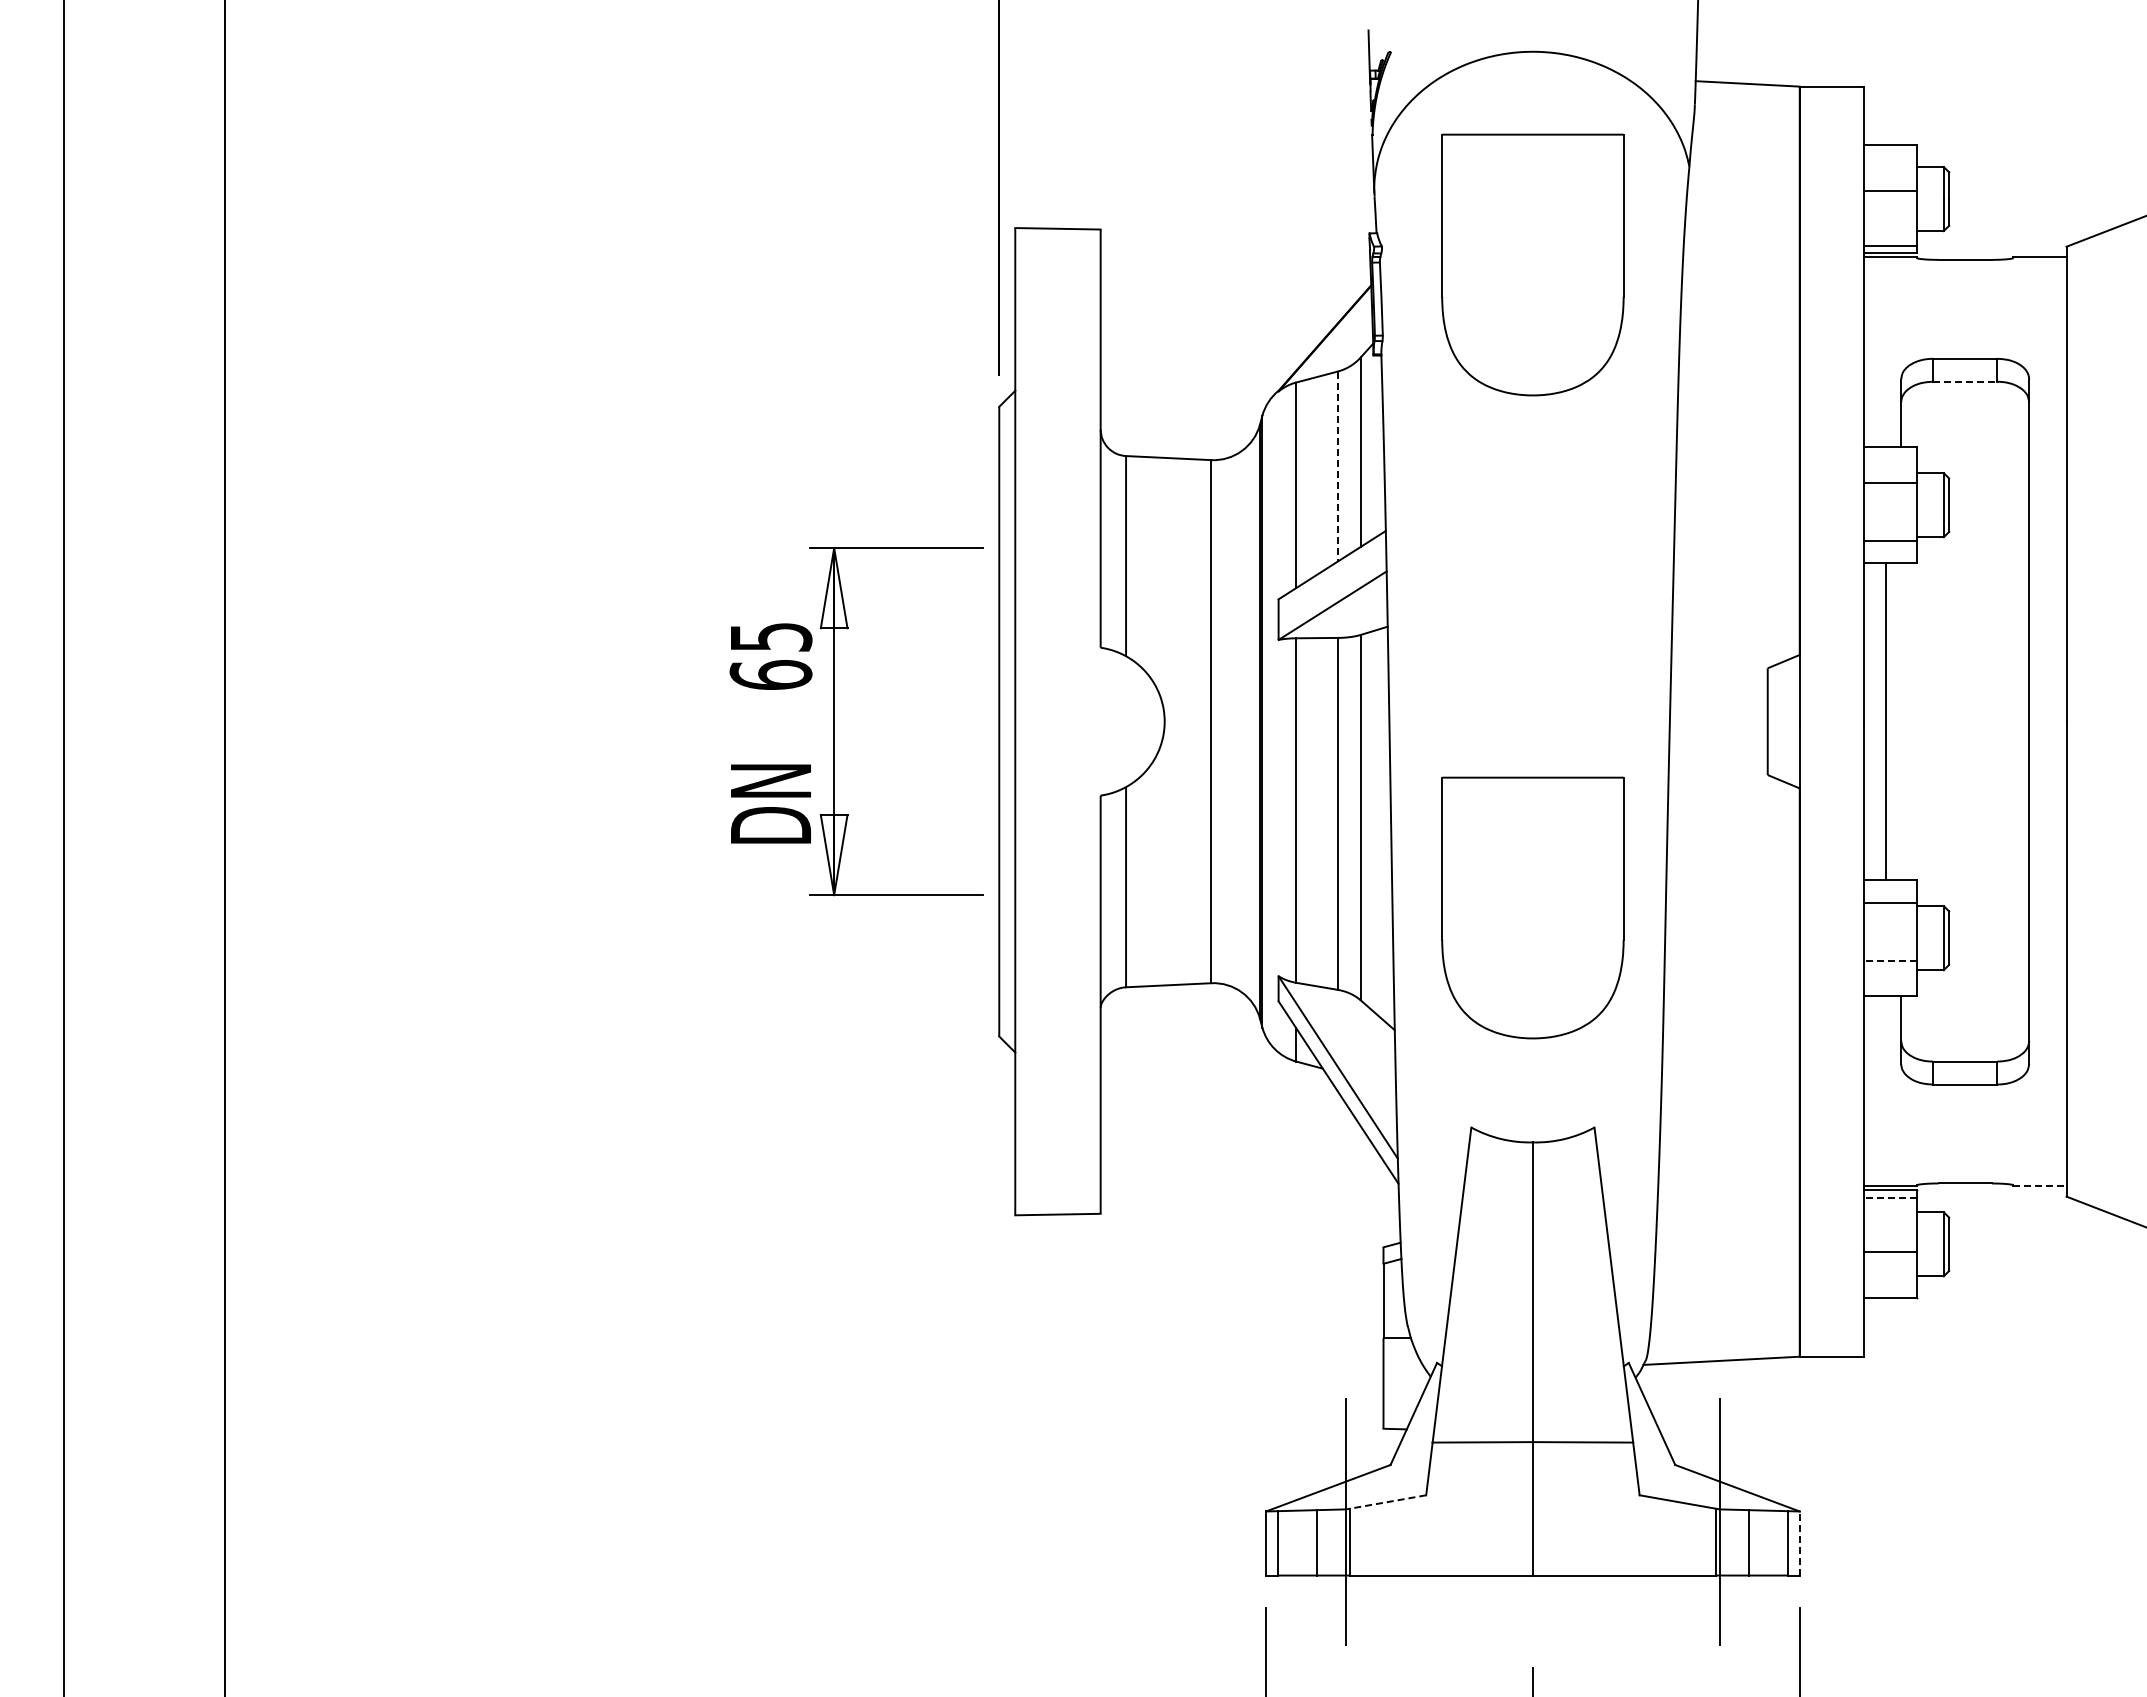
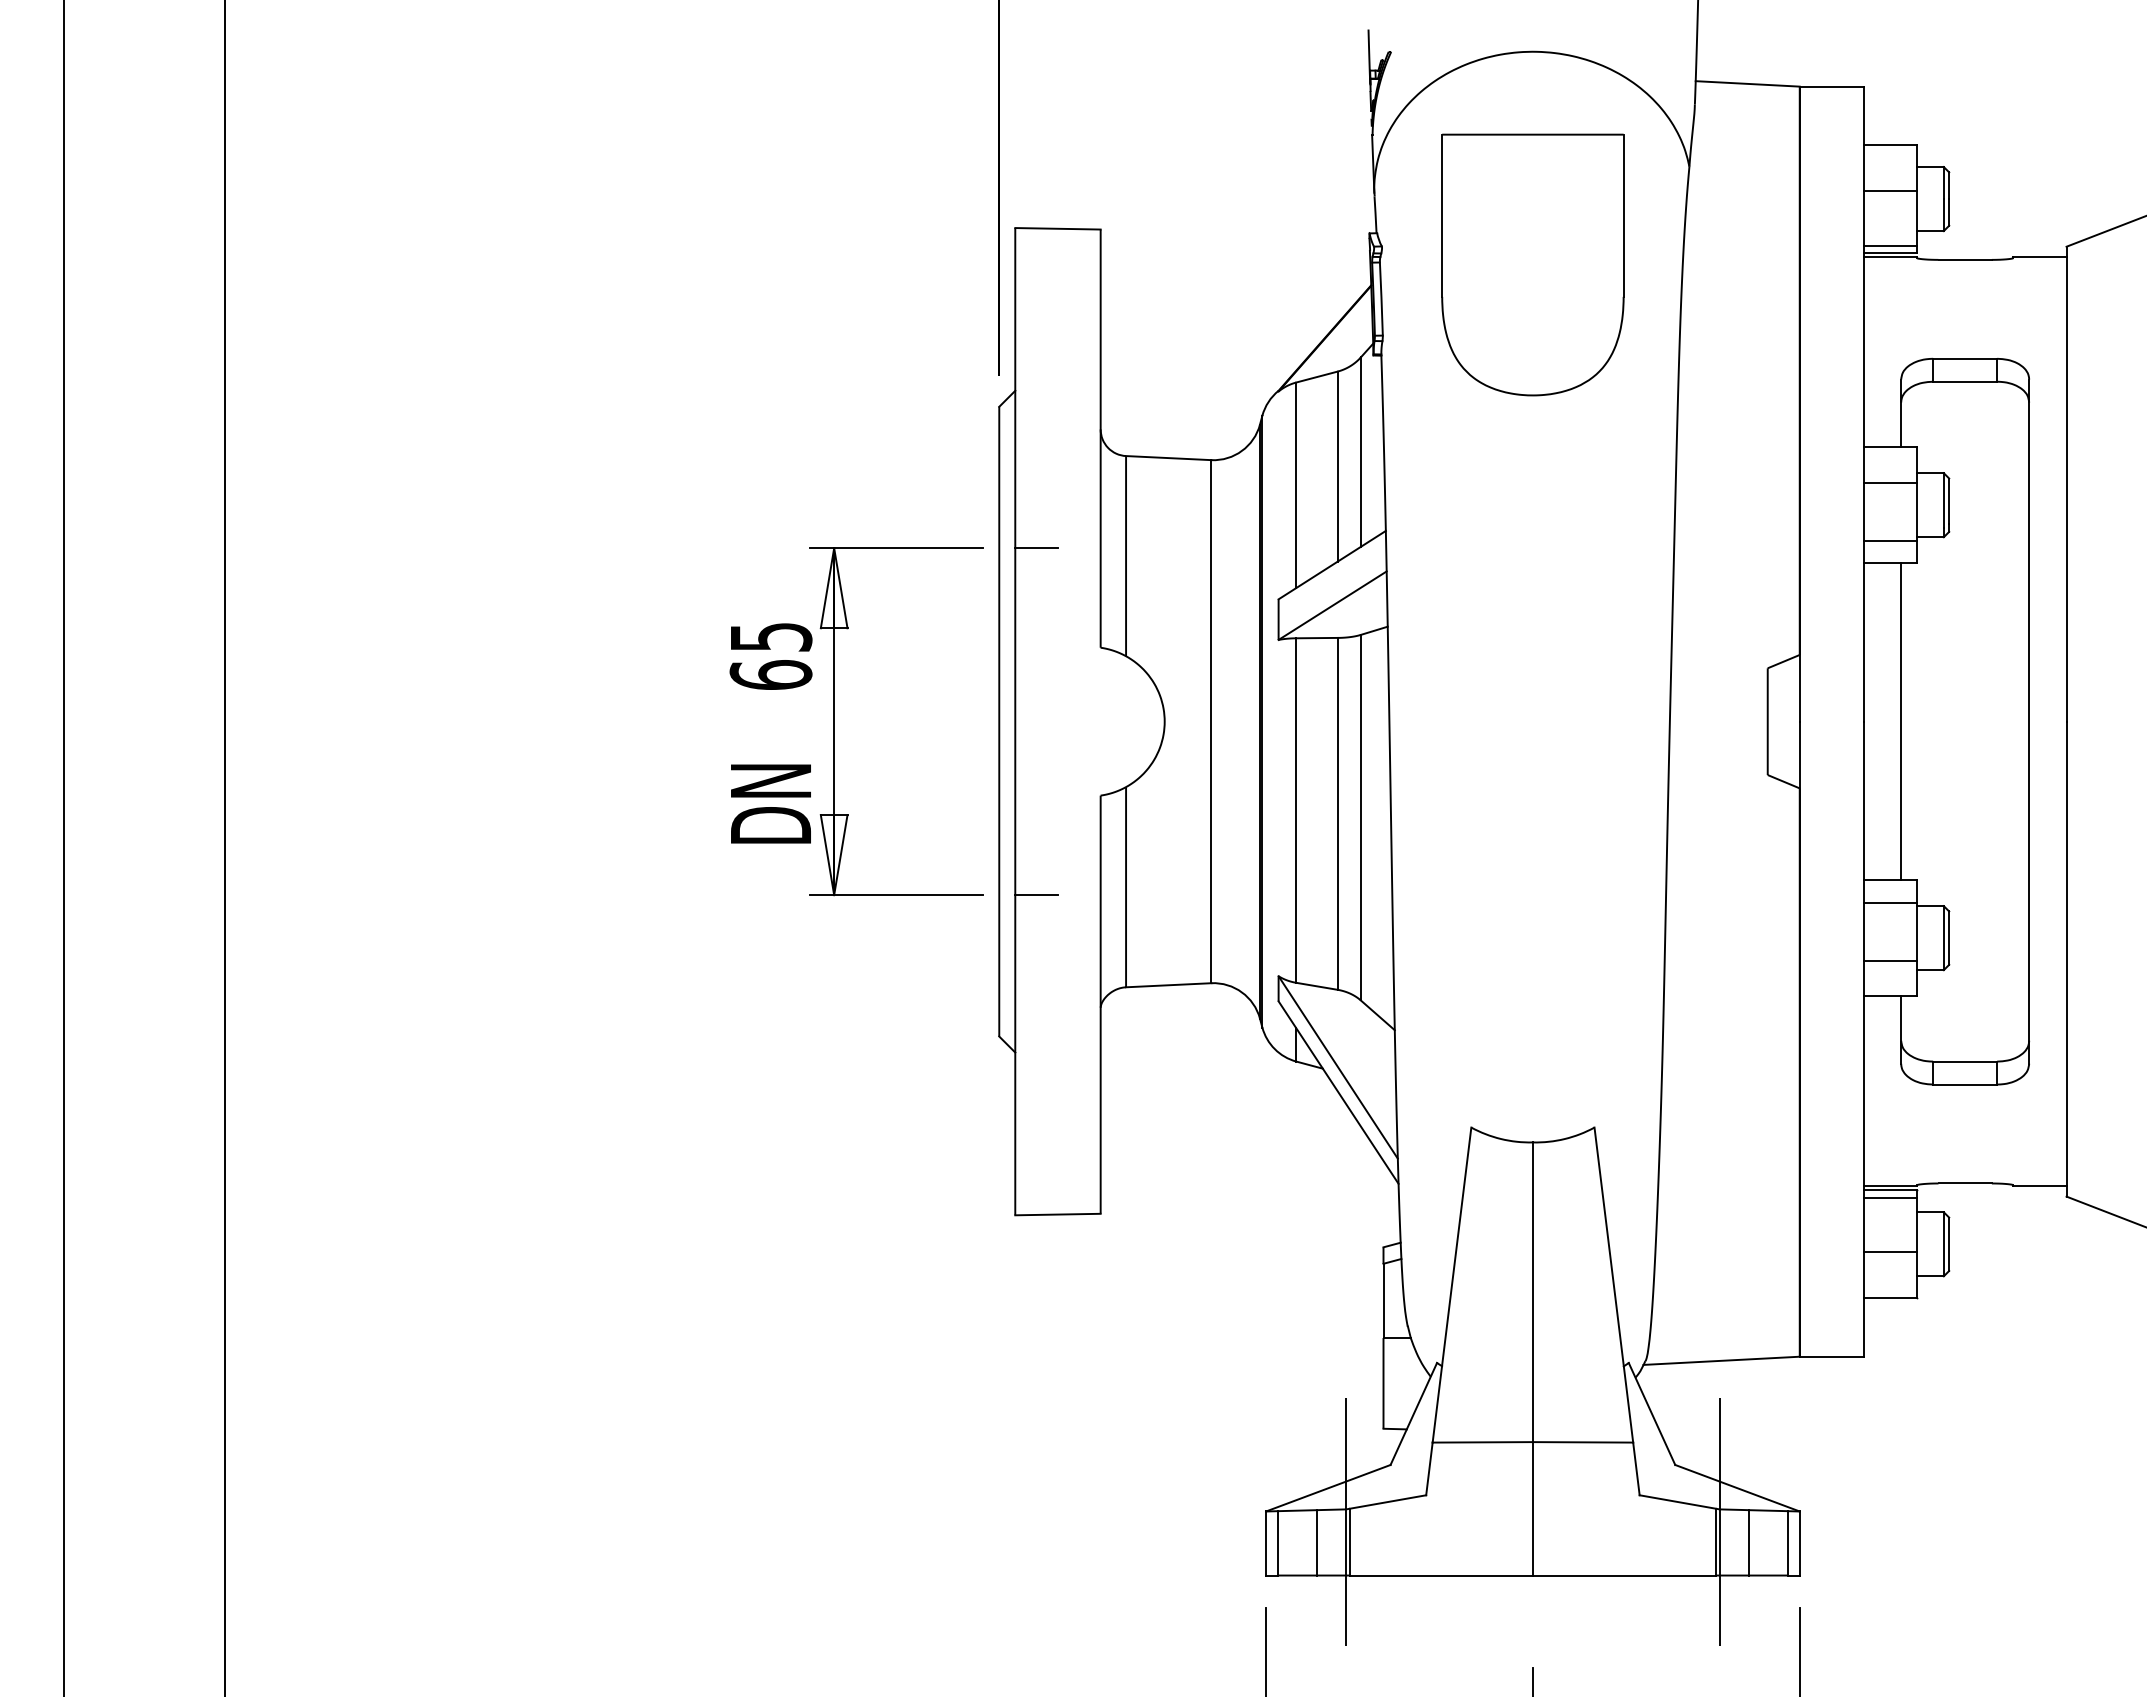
line at (1965, 381): dashed -> solid
line at (1337, 467): dashed -> solid
line at (1036, 548): none -> present
line at (1886, 721) position: (1886, 721) -> (1901, 721)
line at (1036, 895): none -> present
part at (1532, 907): present -> none
line at (1890, 960): dashed -> solid
line at (2039, 1185): dashed -> solid
line at (1890, 1197): dashed -> solid
line at (1388, 1501): dashed -> solid
line at (1799, 1543): dashed -> solid
